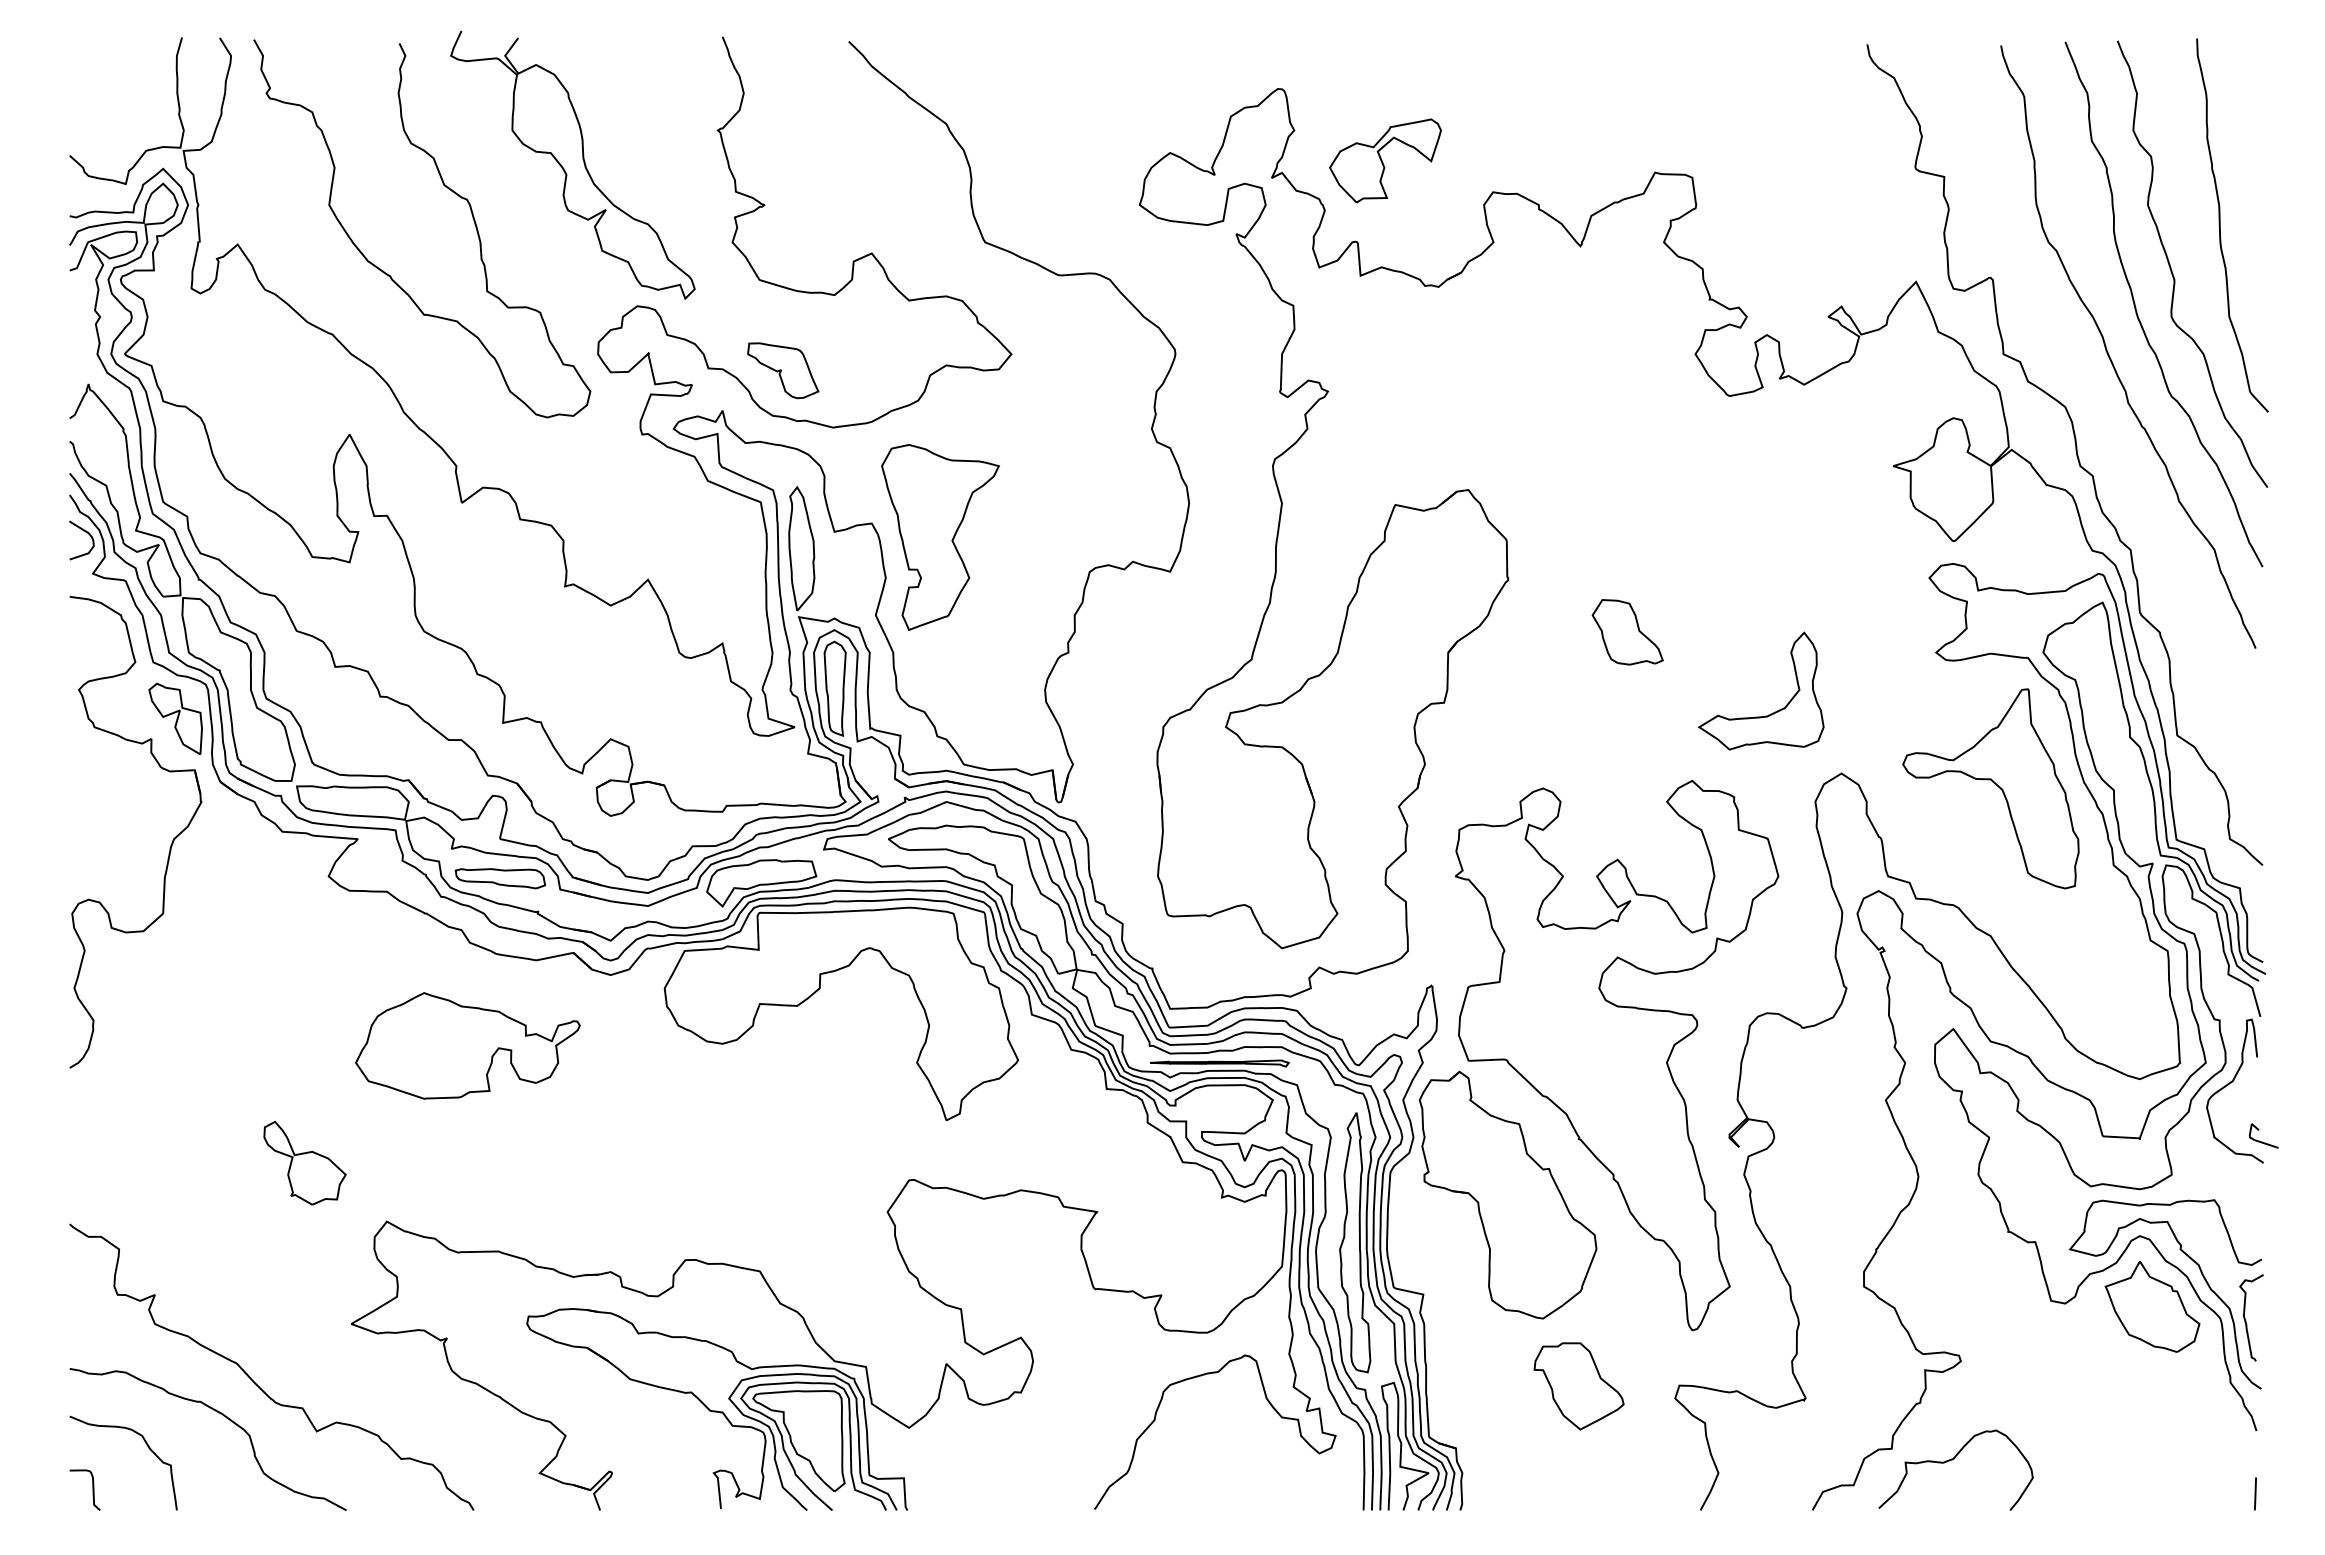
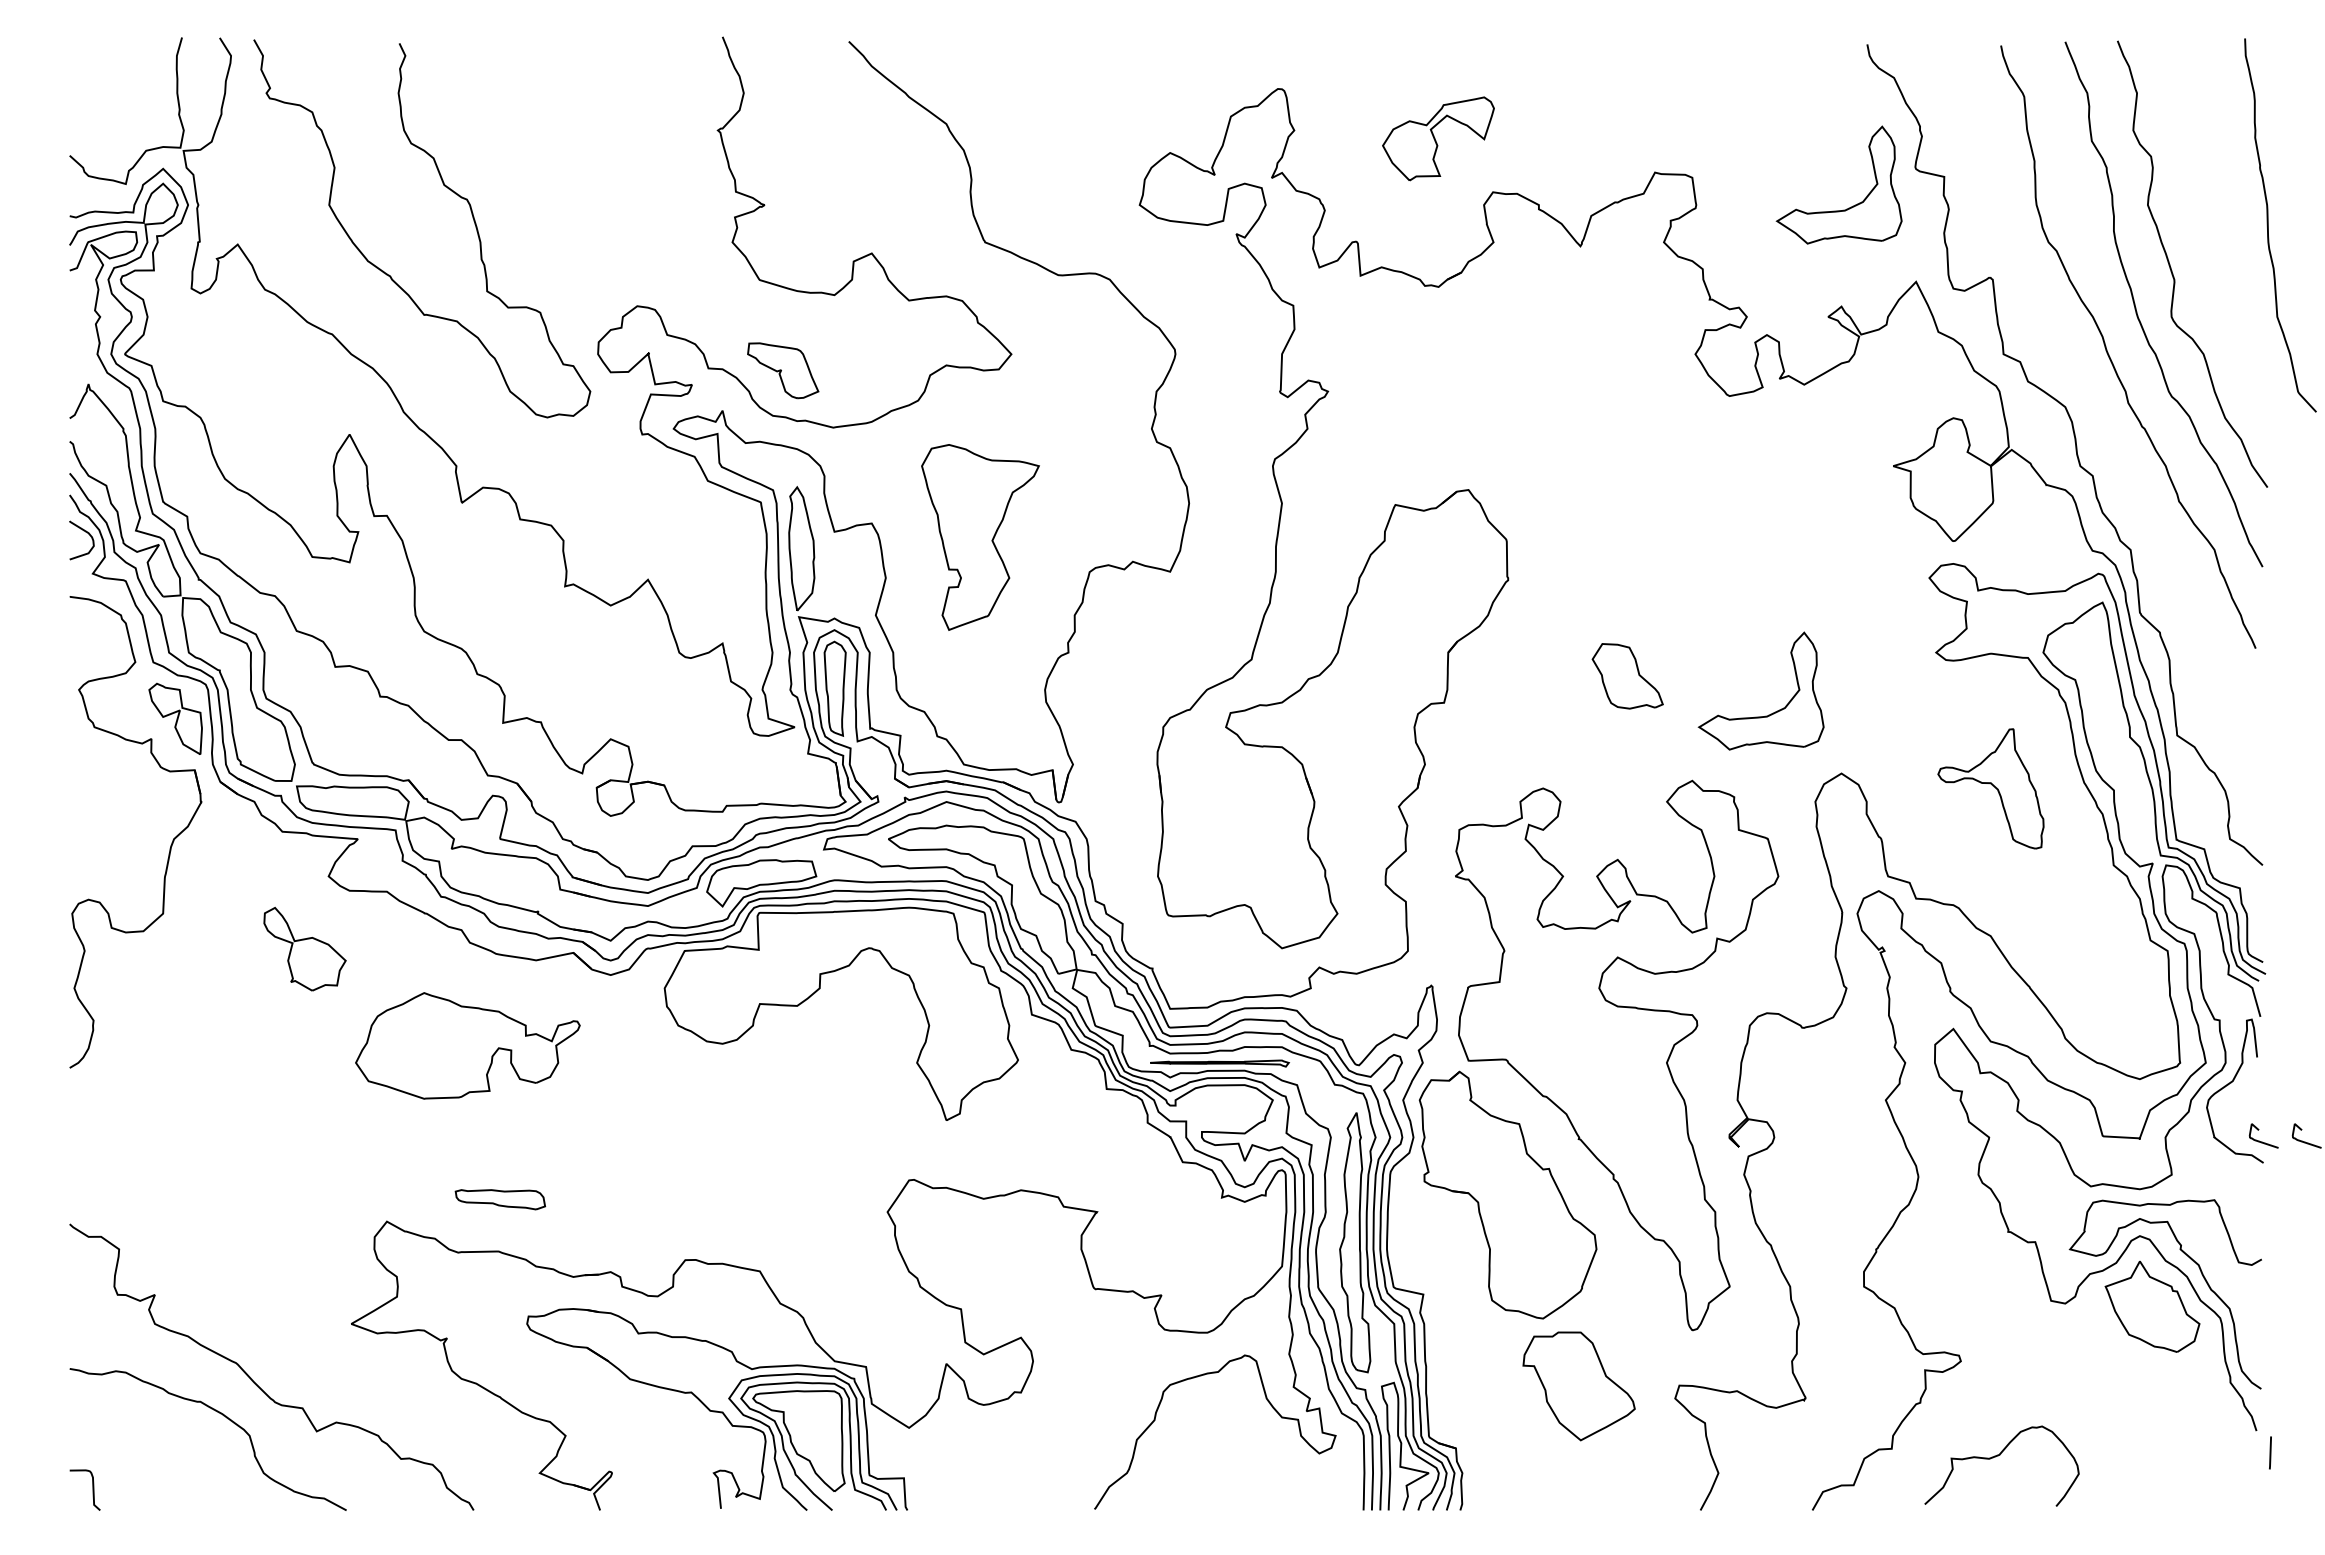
part at (1385, 160) position: (1385, 160) -> (1438, 138)
curve at (564, 168): present -> none
part at (1848, 207): none -> present
curve at (2220, 225) position: (2220, 225) -> (2268, 225)
part at (940, 537) position: (940, 537) -> (980, 537)
part at (1627, 632) position: (1627, 632) -> (1627, 676)
part at (1990, 788) size: 178x202 px -> 108x122 px
part at (500, 878) position: (500, 878) -> (500, 1199)
curve at (2305, 1141): none -> present
part at (304, 1162) position: (304, 1162) -> (304, 948)
curve at (2246, 1320): present -> none
part at (1578, 1386) size: 92x89 px -> 114x111 px
curve at (146, 1445): present -> none
curve at (1952, 1460) position: (1952, 1460) -> (1998, 1456)
line at (2255, 1493) position: (2255, 1493) -> (2270, 1452)
